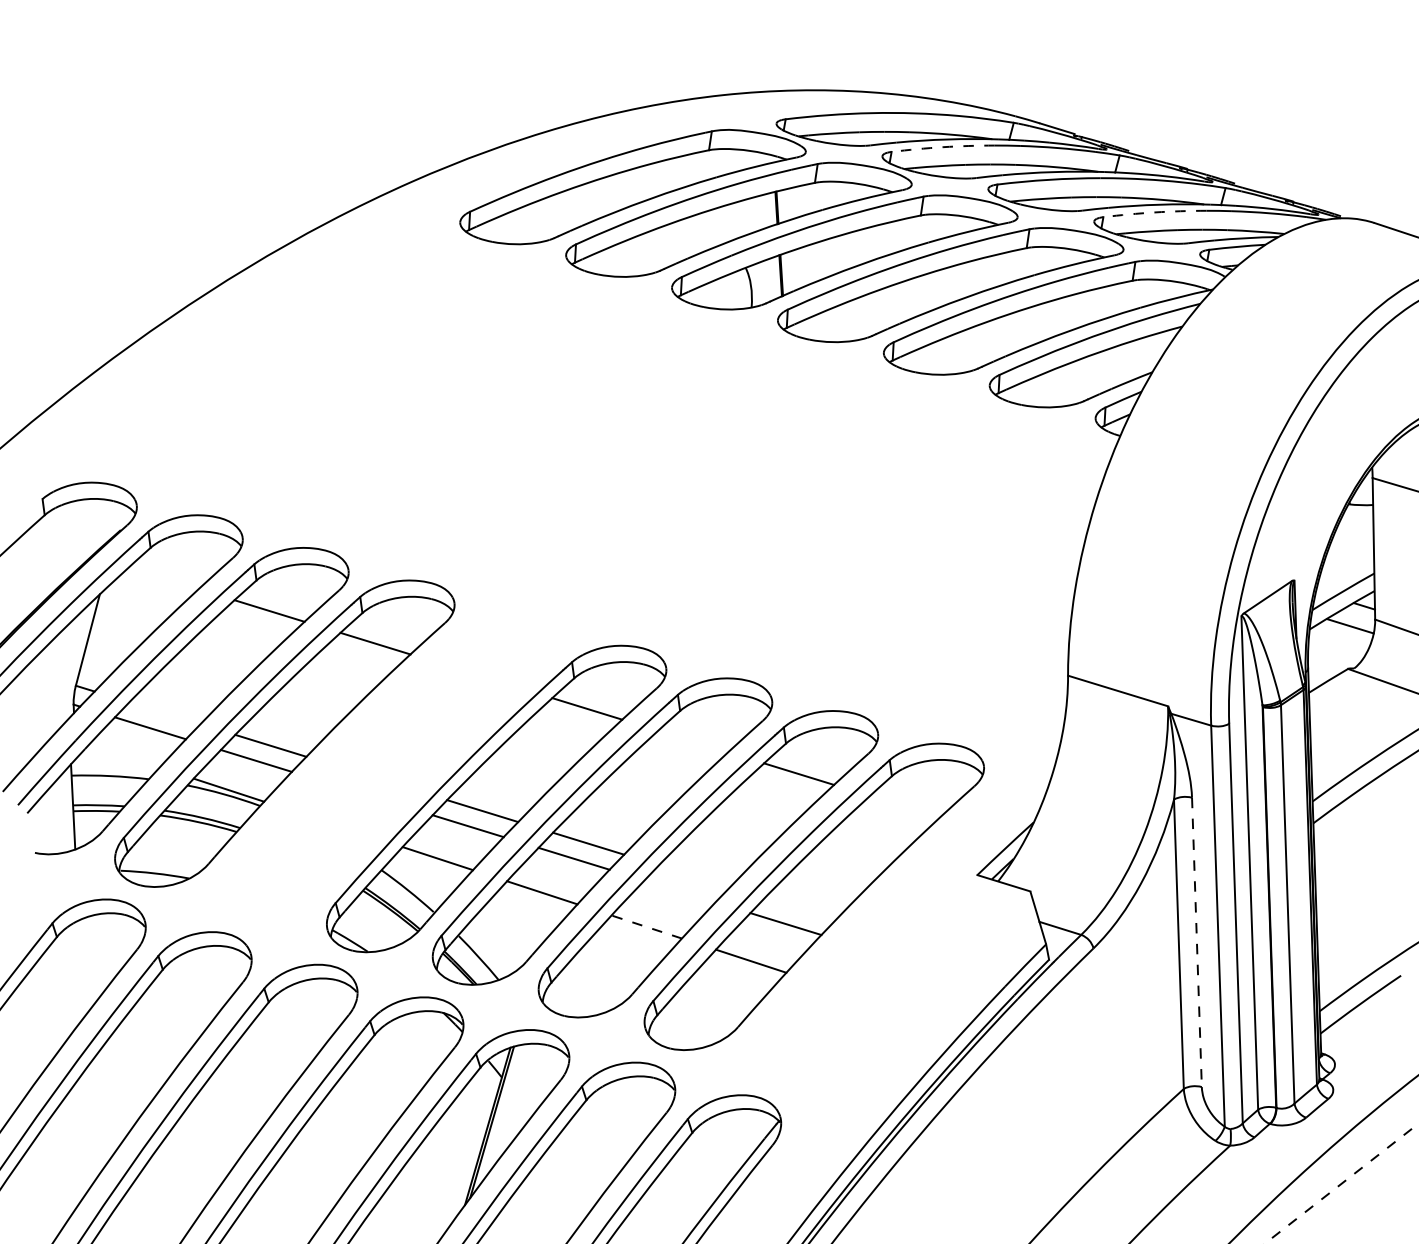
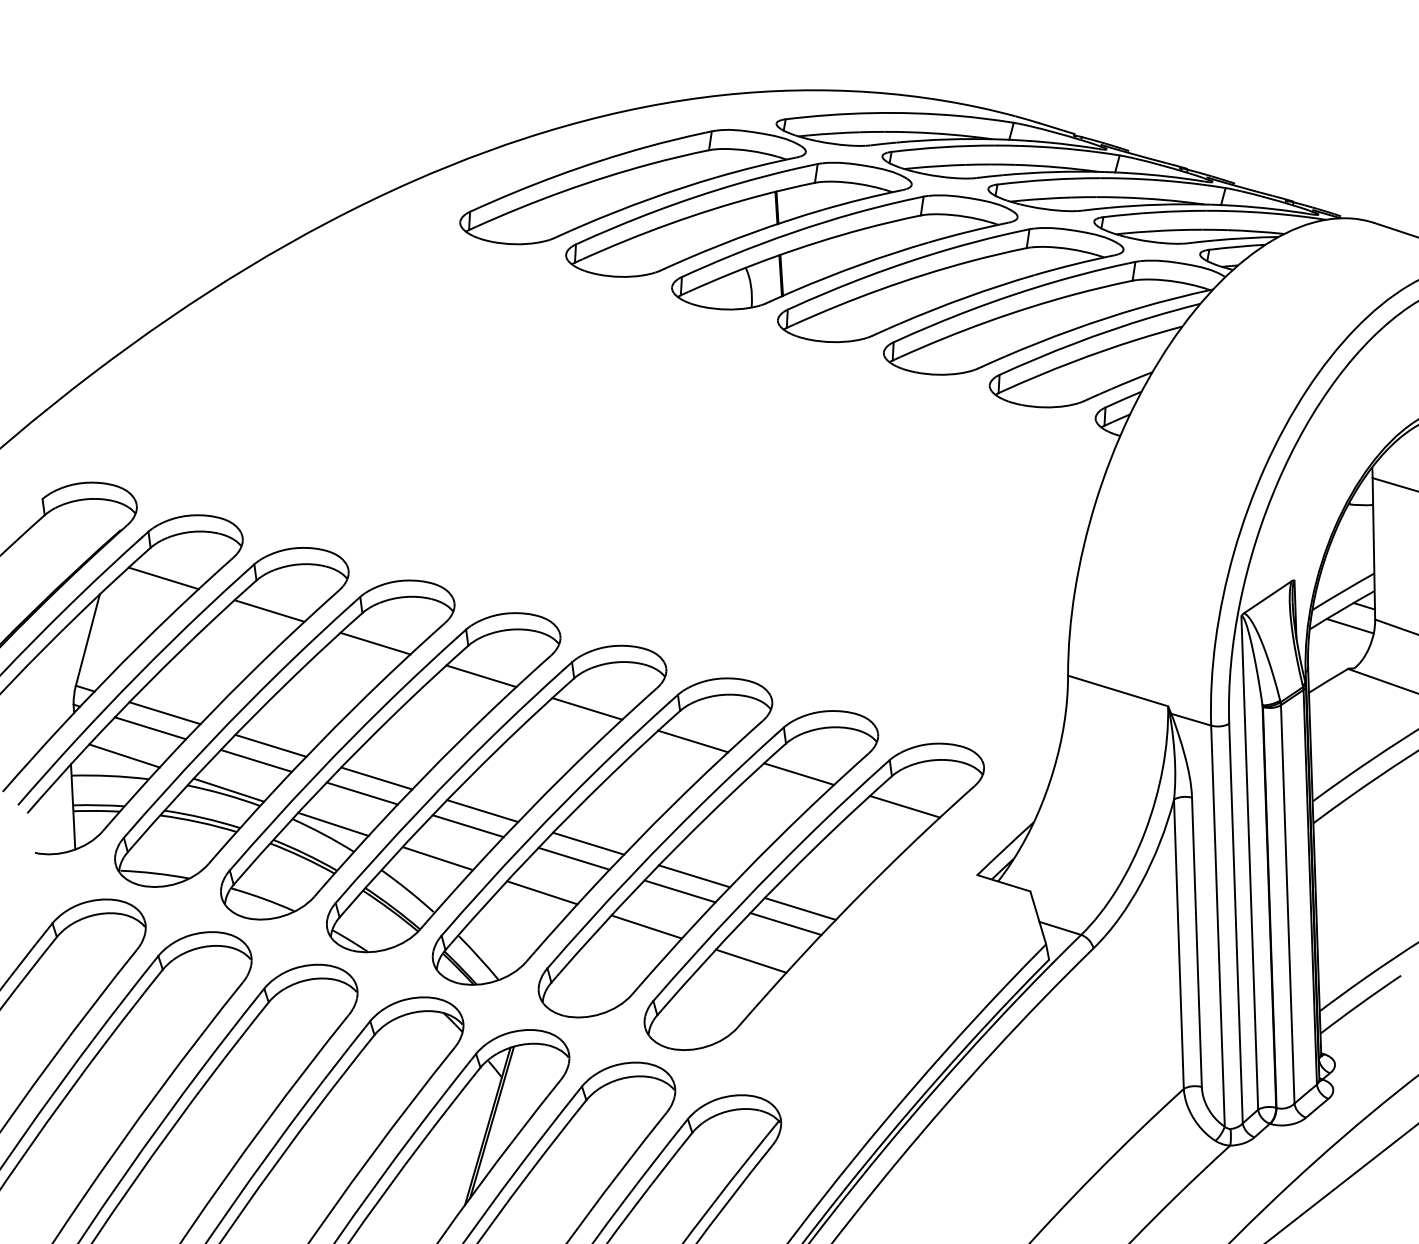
arc at (943, 147): dashed -> solid
arc at (1154, 212): dashed -> solid
line at (163, 578): none -> present
line at (164, 713): none -> present
line at (693, 741): none -> present
line at (124, 755): none -> present
part at (390, 766): none -> present
line at (905, 806): none -> present
line at (694, 876): none -> present
line at (679, 891): none -> present
line at (799, 908): none -> present
line at (646, 926): dashed -> solid
line at (1196, 942): dashed -> solid
line at (1341, 1184): dashed -> solid
